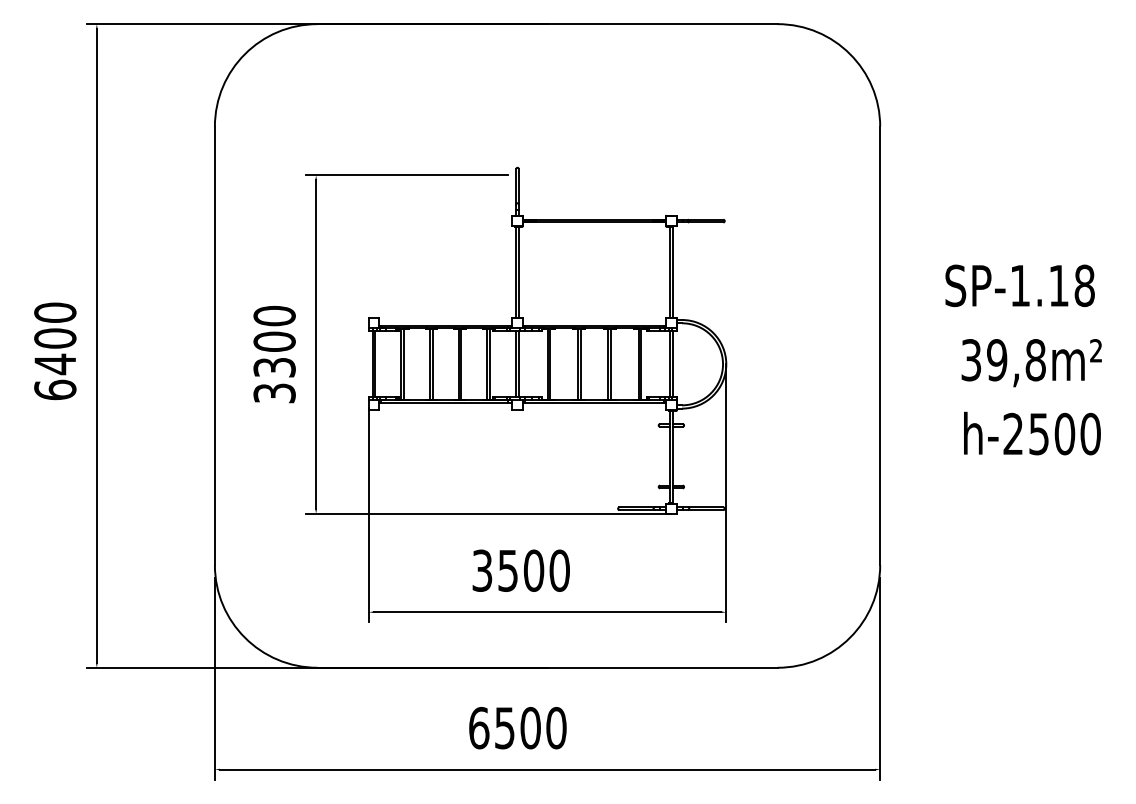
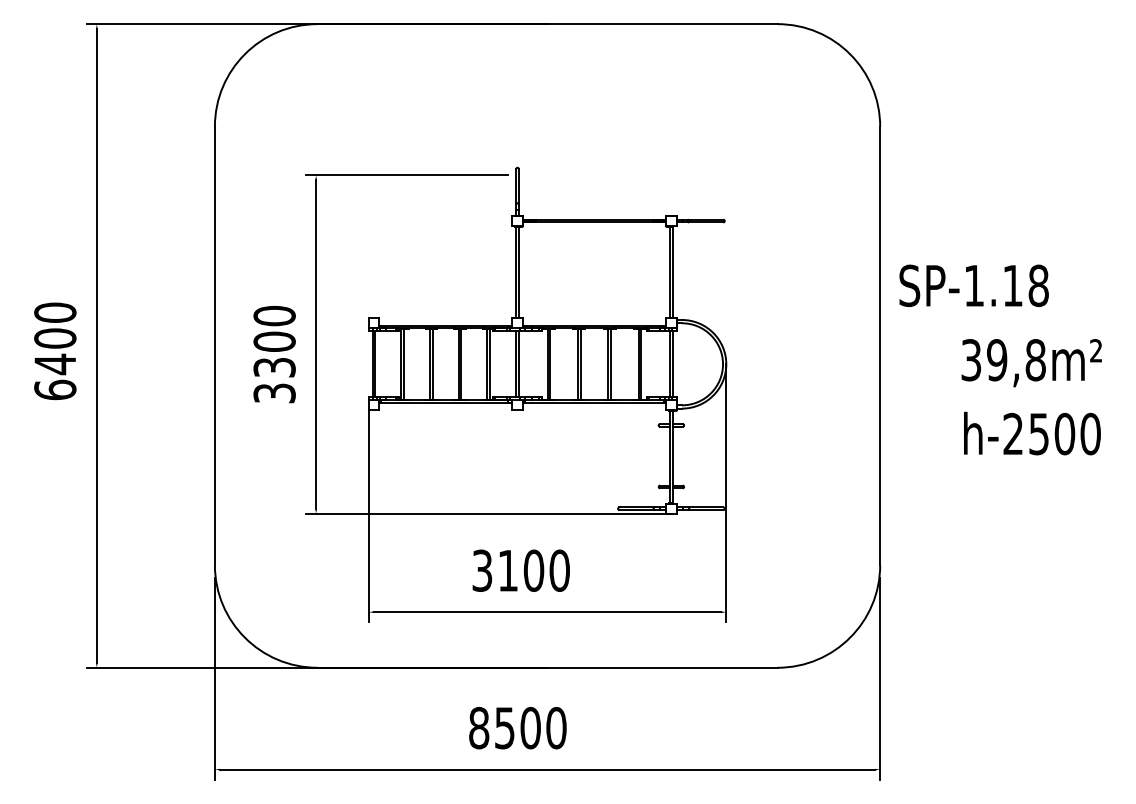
text at (1019, 285) position: (1019, 285) -> (973, 285)
text at (507, 570): 3500 -> 3100
text at (479, 728): 6500 -> 8500
